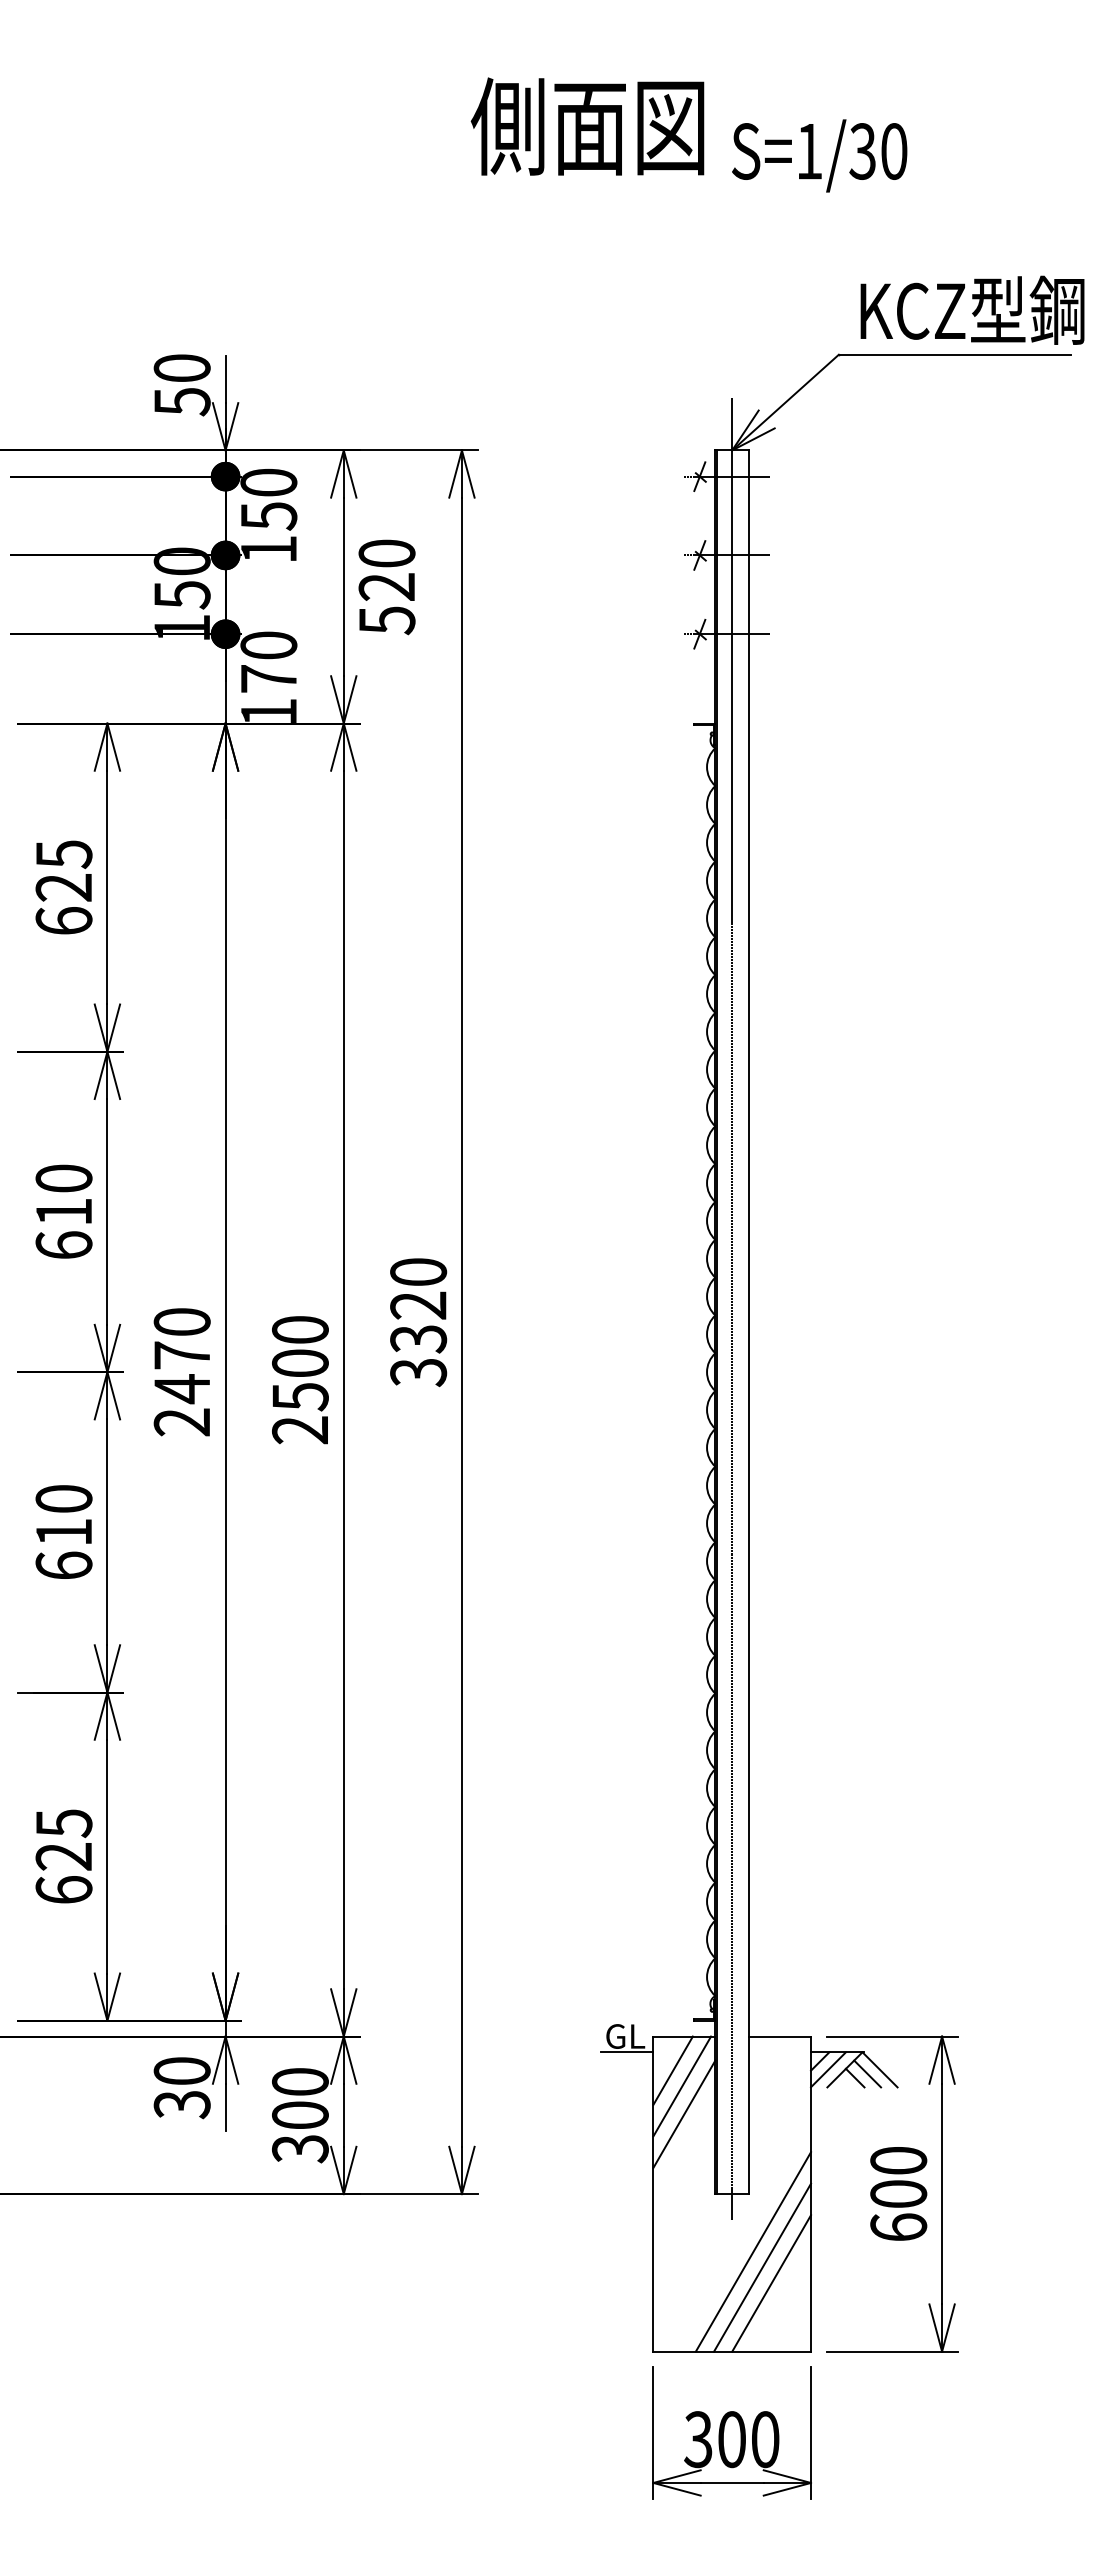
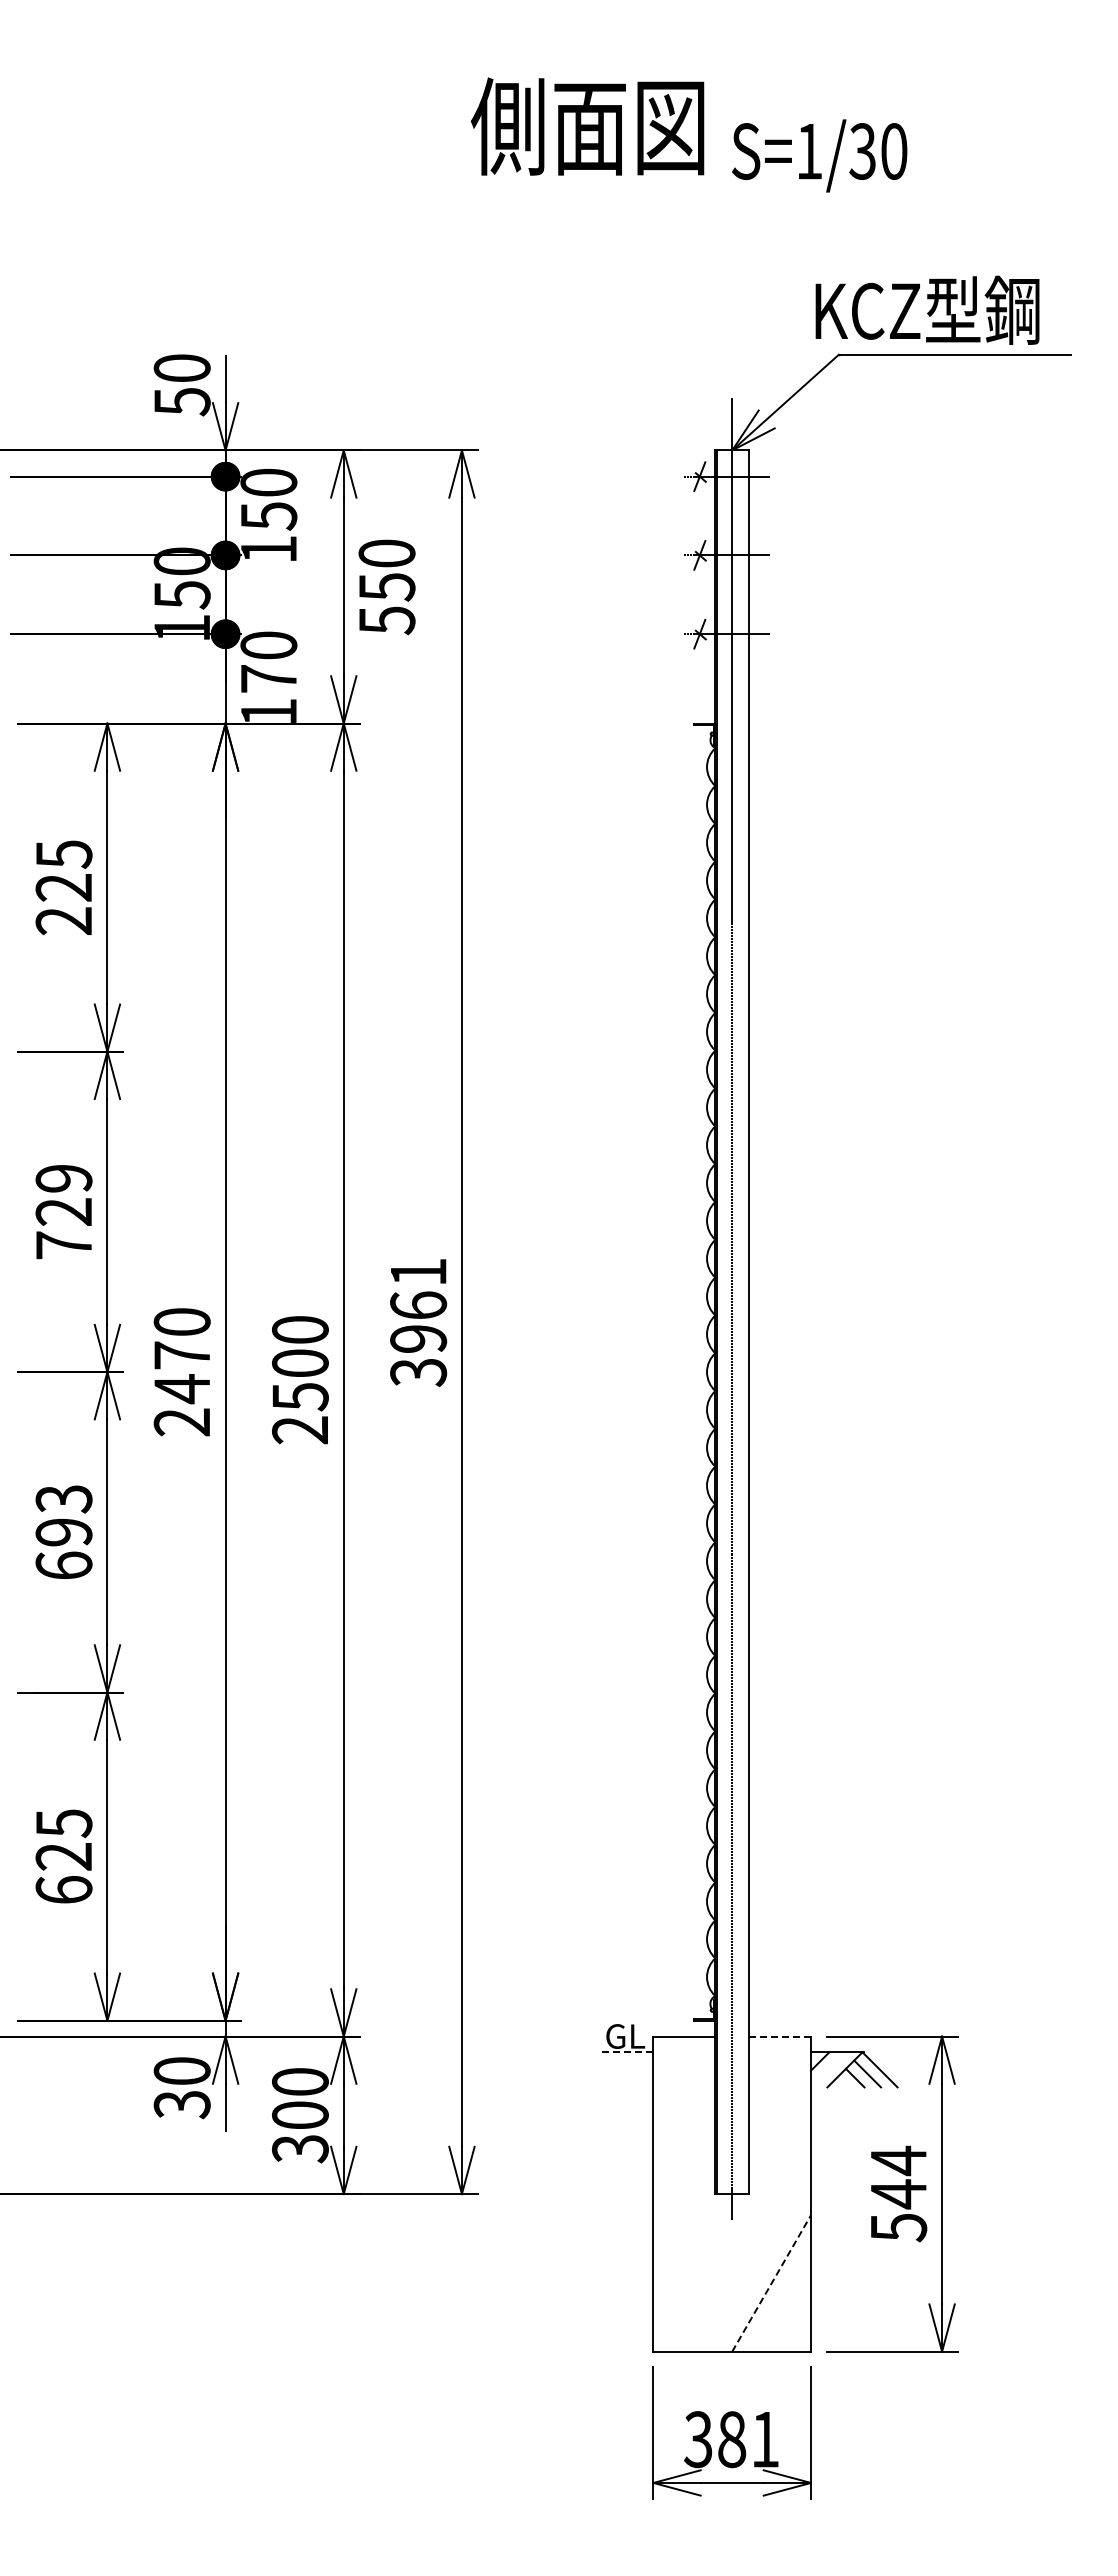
text at (972, 309) position: (972, 309) -> (927, 309)
text at (386, 587): 520 -> 550
text at (63, 921): 625 -> 225
text at (63, 1211): 610 -> 729
text at (418, 1305): 3320 -> 3961
text at (63, 1515): 610 -> 693
line at (780, 2036): solid -> dashed
line at (626, 2052): solid -> dashed
line at (828, 2069): present -> none
line at (672, 2070): present -> none
line at (682, 2086): present -> none
line at (684, 2113): present -> none
text at (898, 2193): 600 -> 544
line at (753, 2251): present -> none
line at (762, 2267): present -> none
line at (771, 2283): solid -> dashed
text at (748, 2439): 300 -> 381
